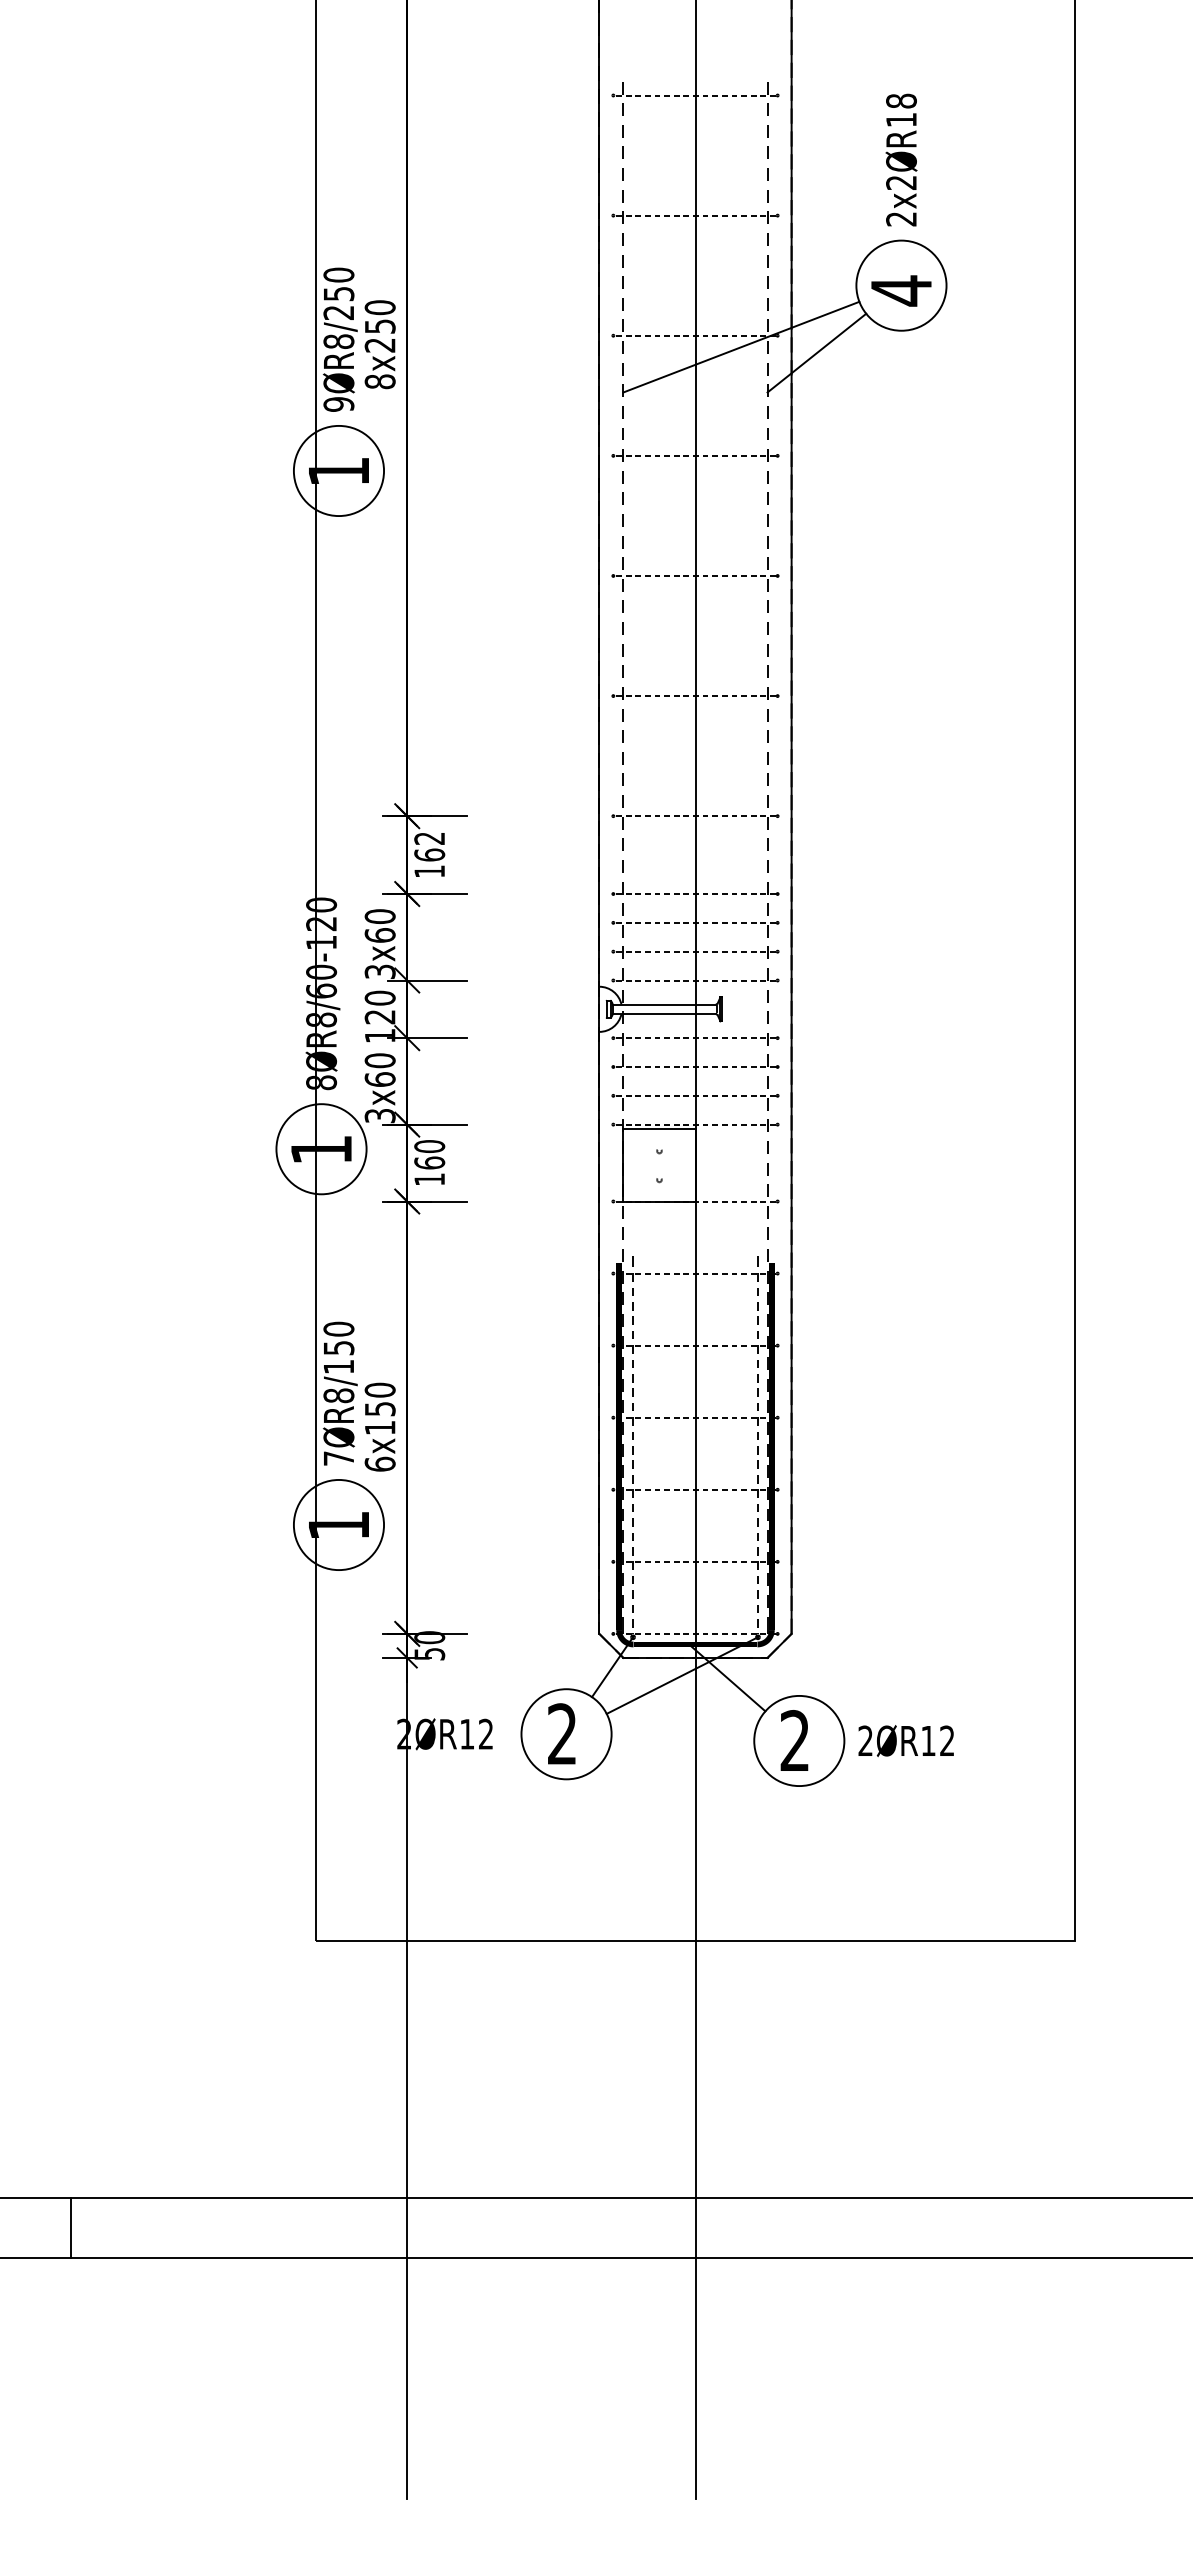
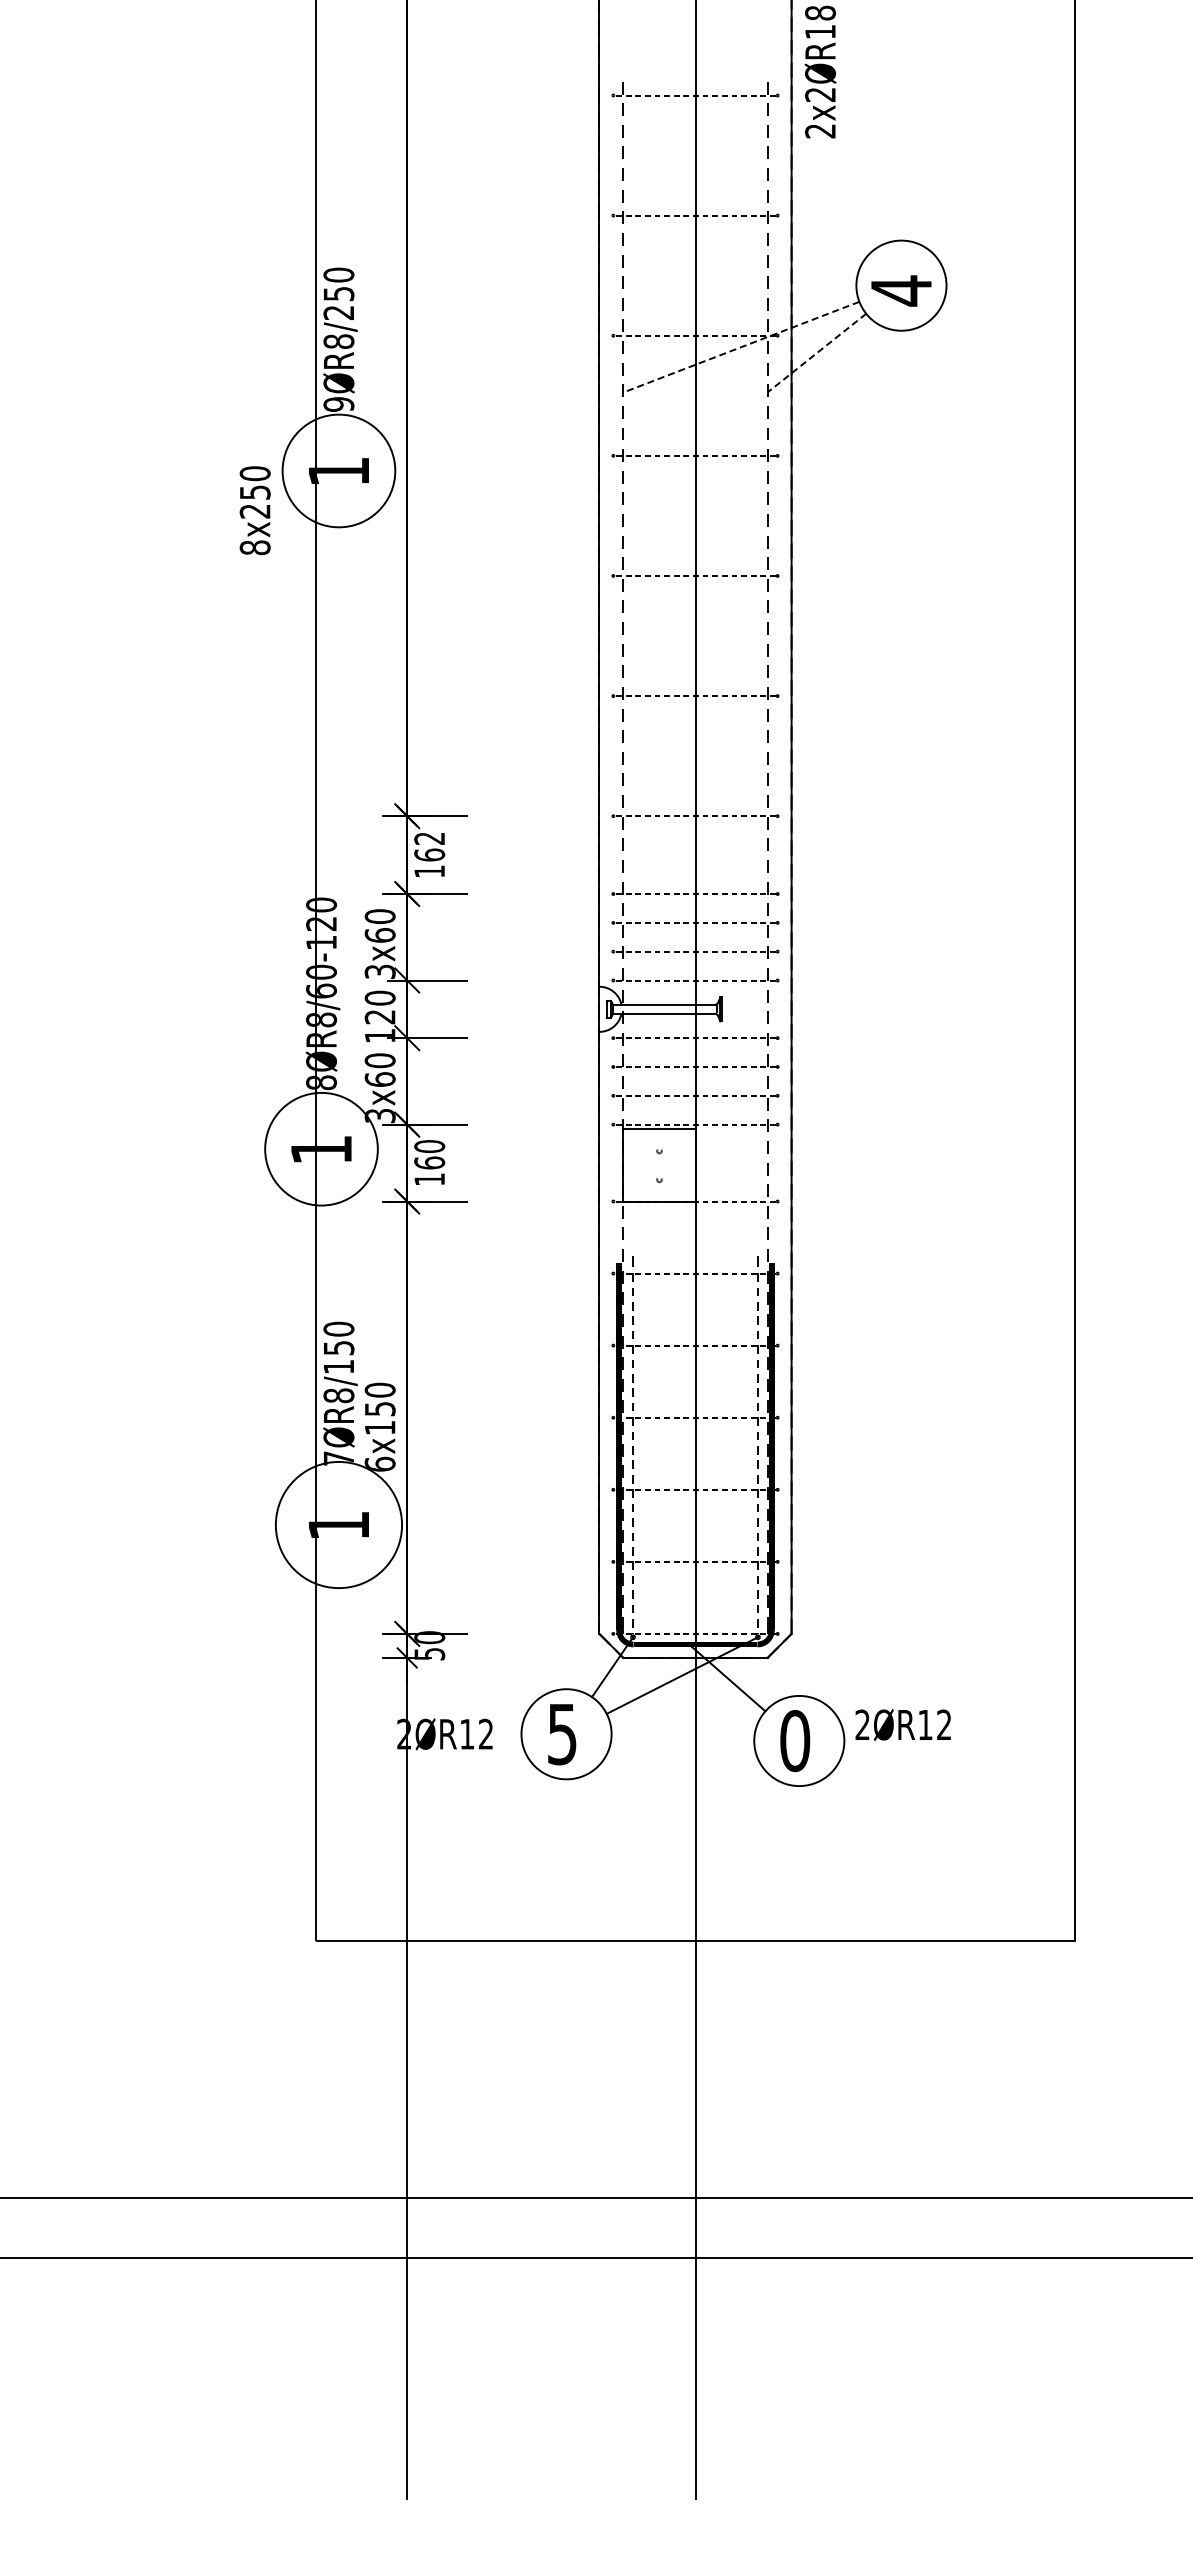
text at (901, 159) position: (901, 159) -> (820, 71)
text at (379, 344) position: (379, 344) -> (254, 510)
line at (740, 347): solid -> dashed
line at (816, 353): solid -> dashed
circle at (338, 470) diameter: 90 px -> 113 px
circle at (321, 1149) diameter: 90 px -> 113 px
circle at (338, 1524) diameter: 90 px -> 126 px
text at (562, 1734): 2 -> 5
text at (795, 1740): 2 -> 0
text at (905, 1741) position: (905, 1741) -> (902, 1725)
line at (70, 2228): present -> none
